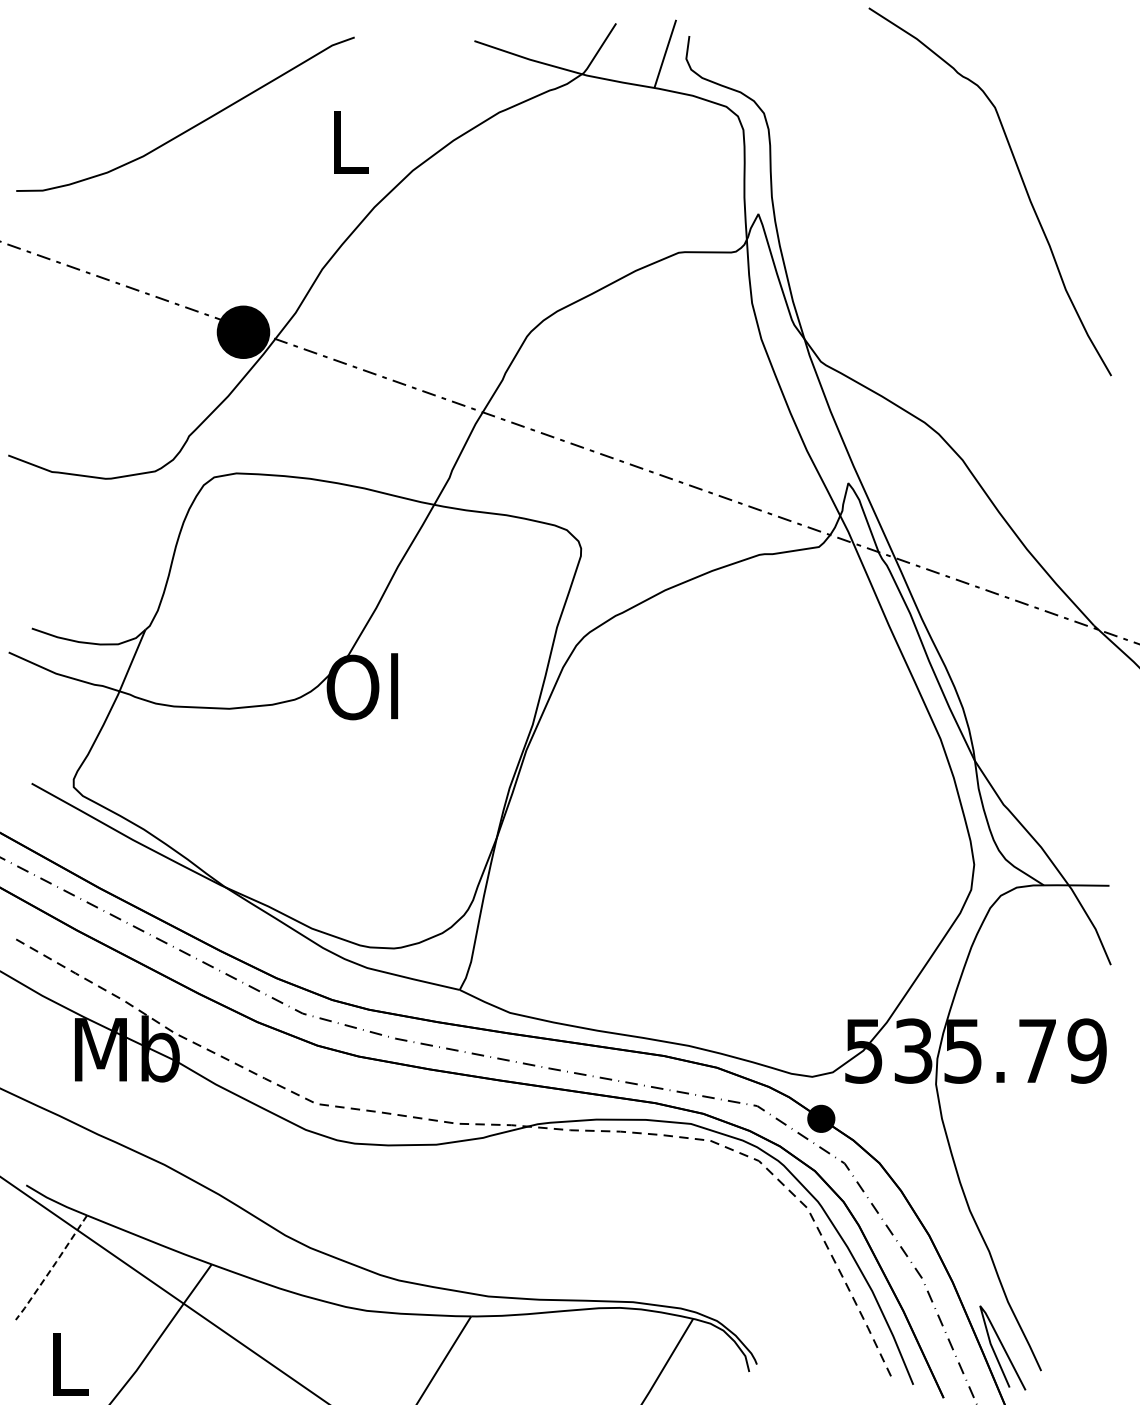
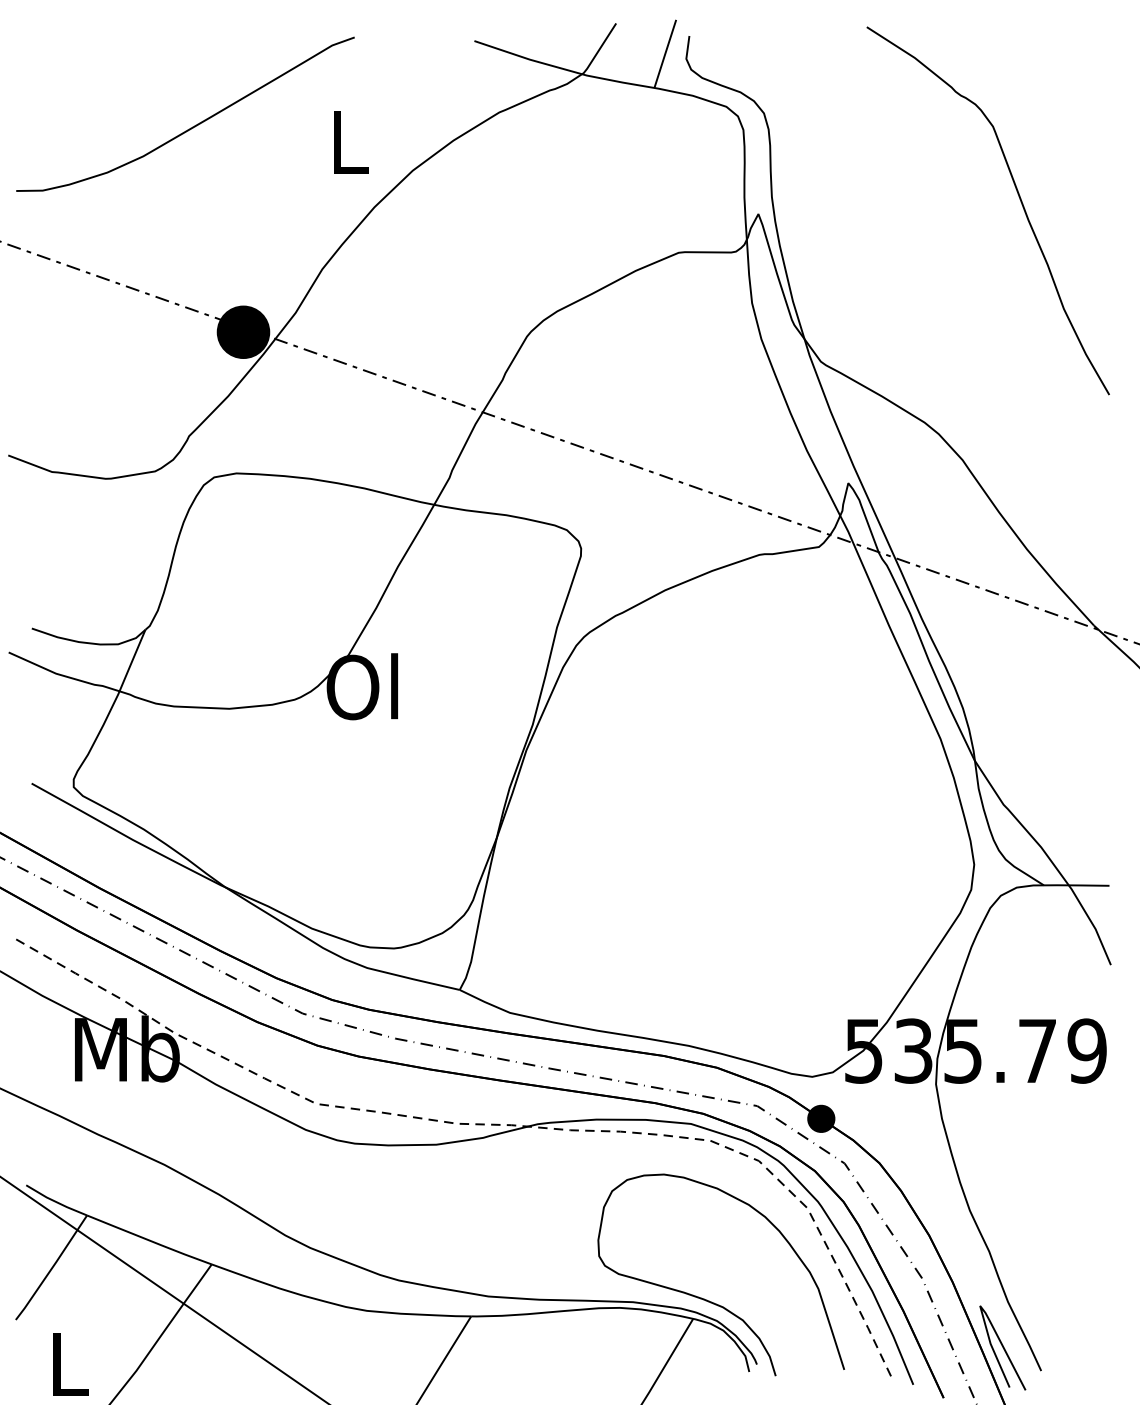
curve at (1021, 180) position: (1021, 180) -> (1019, 199)
line at (51, 1268): dashed -> solid
curve at (709, 1300): none -> present
